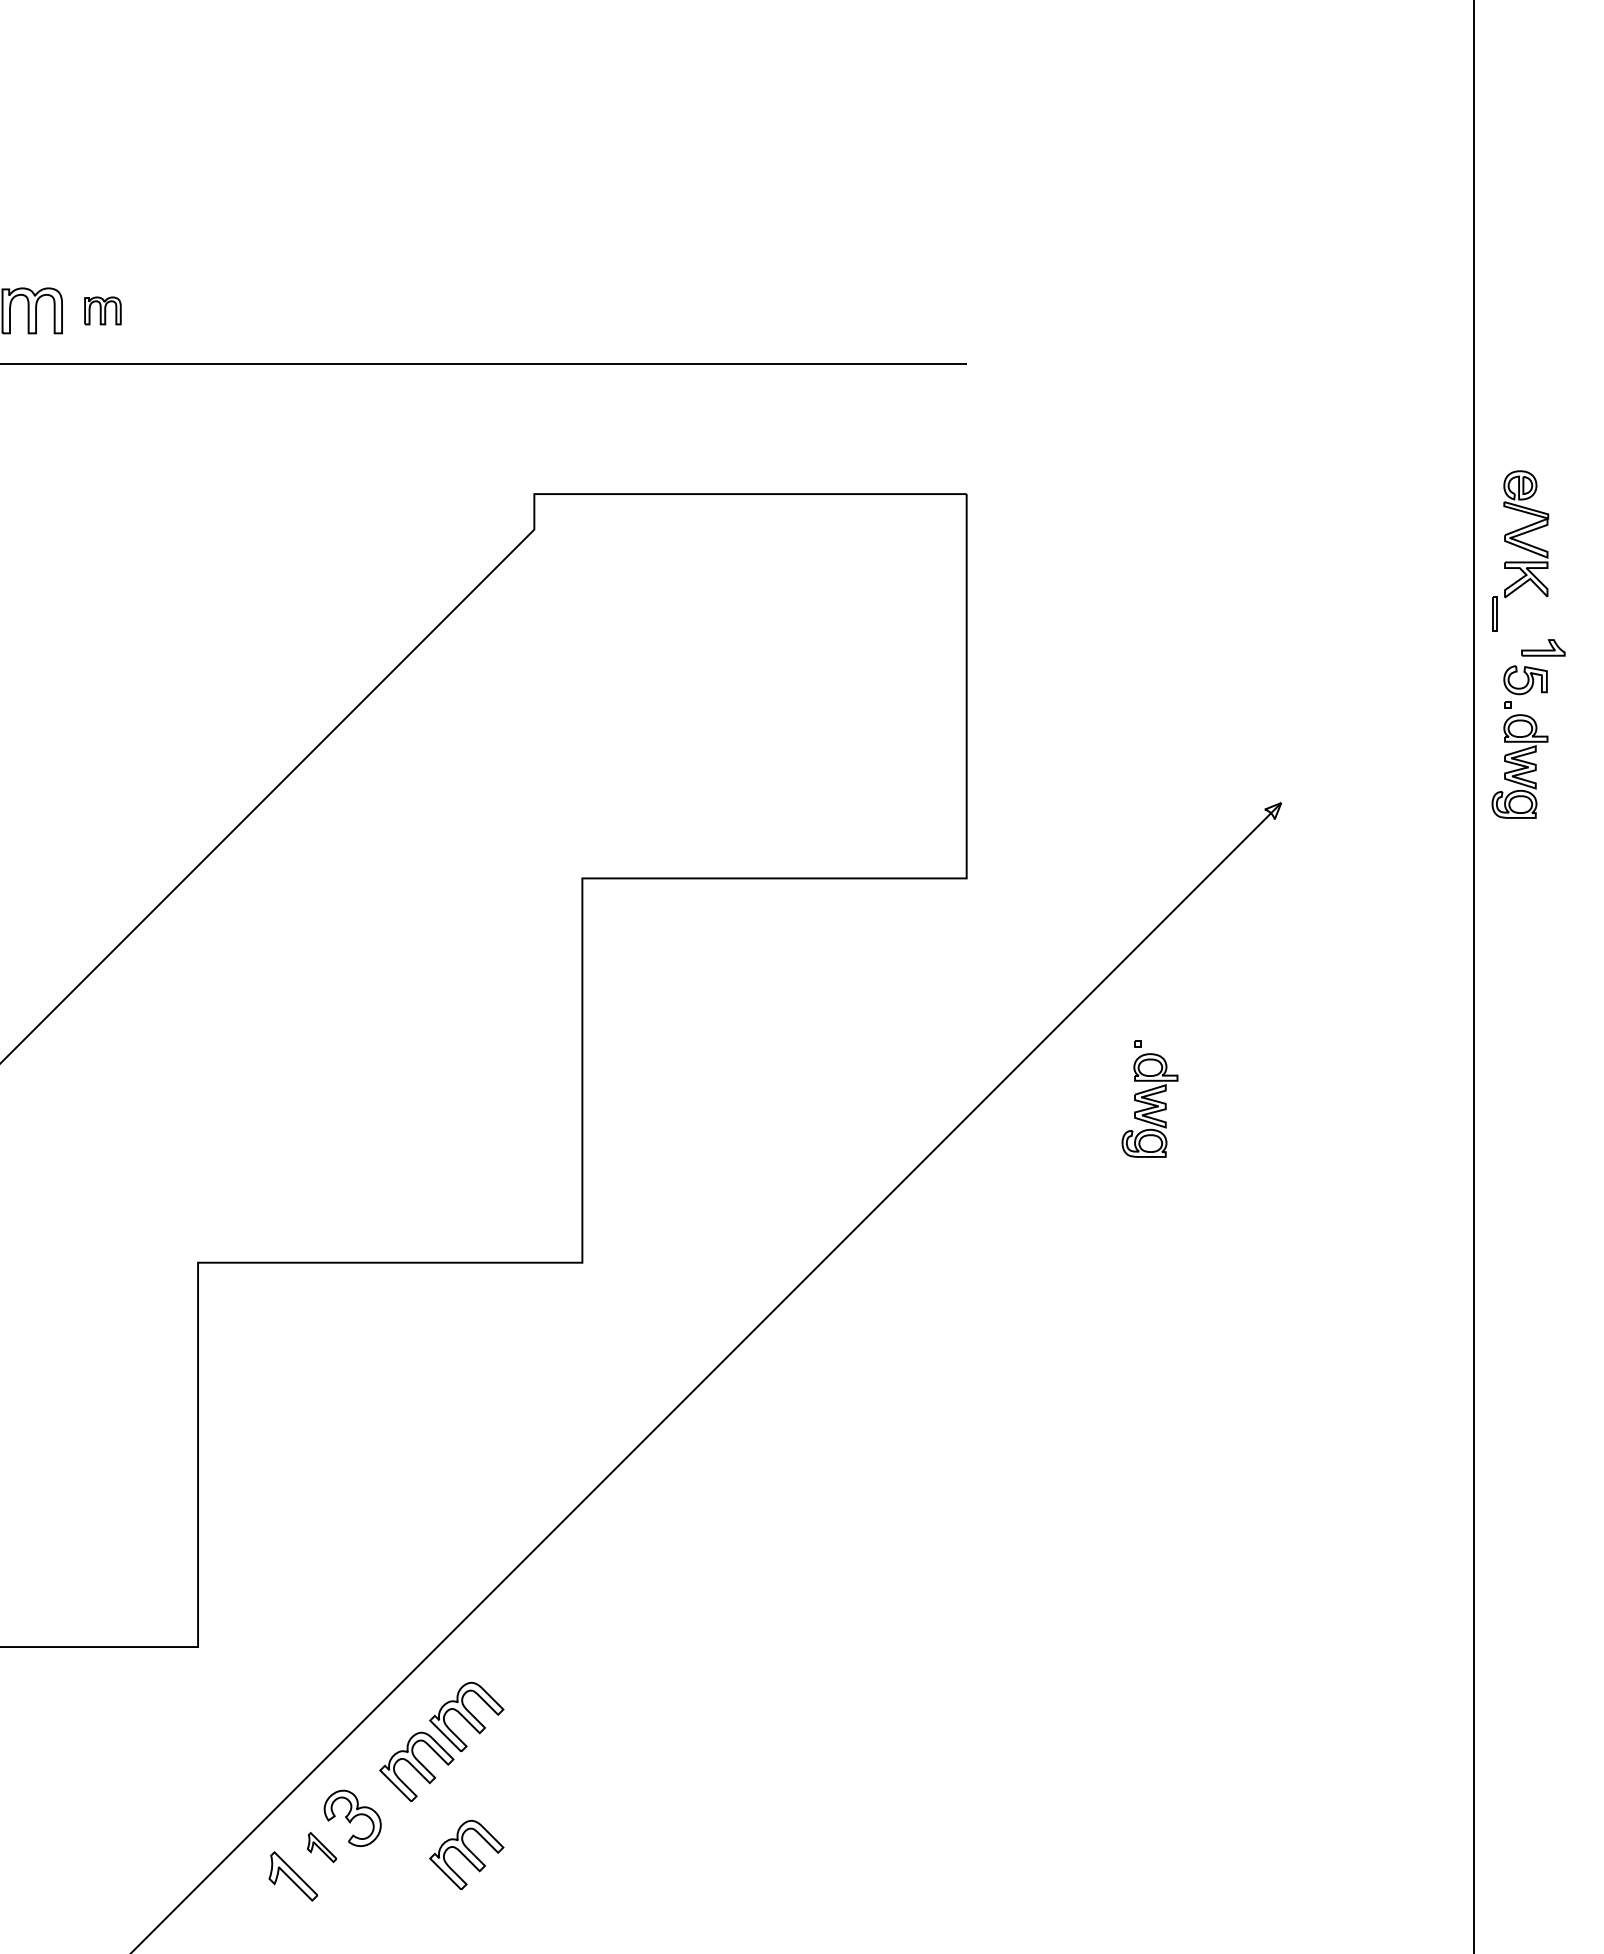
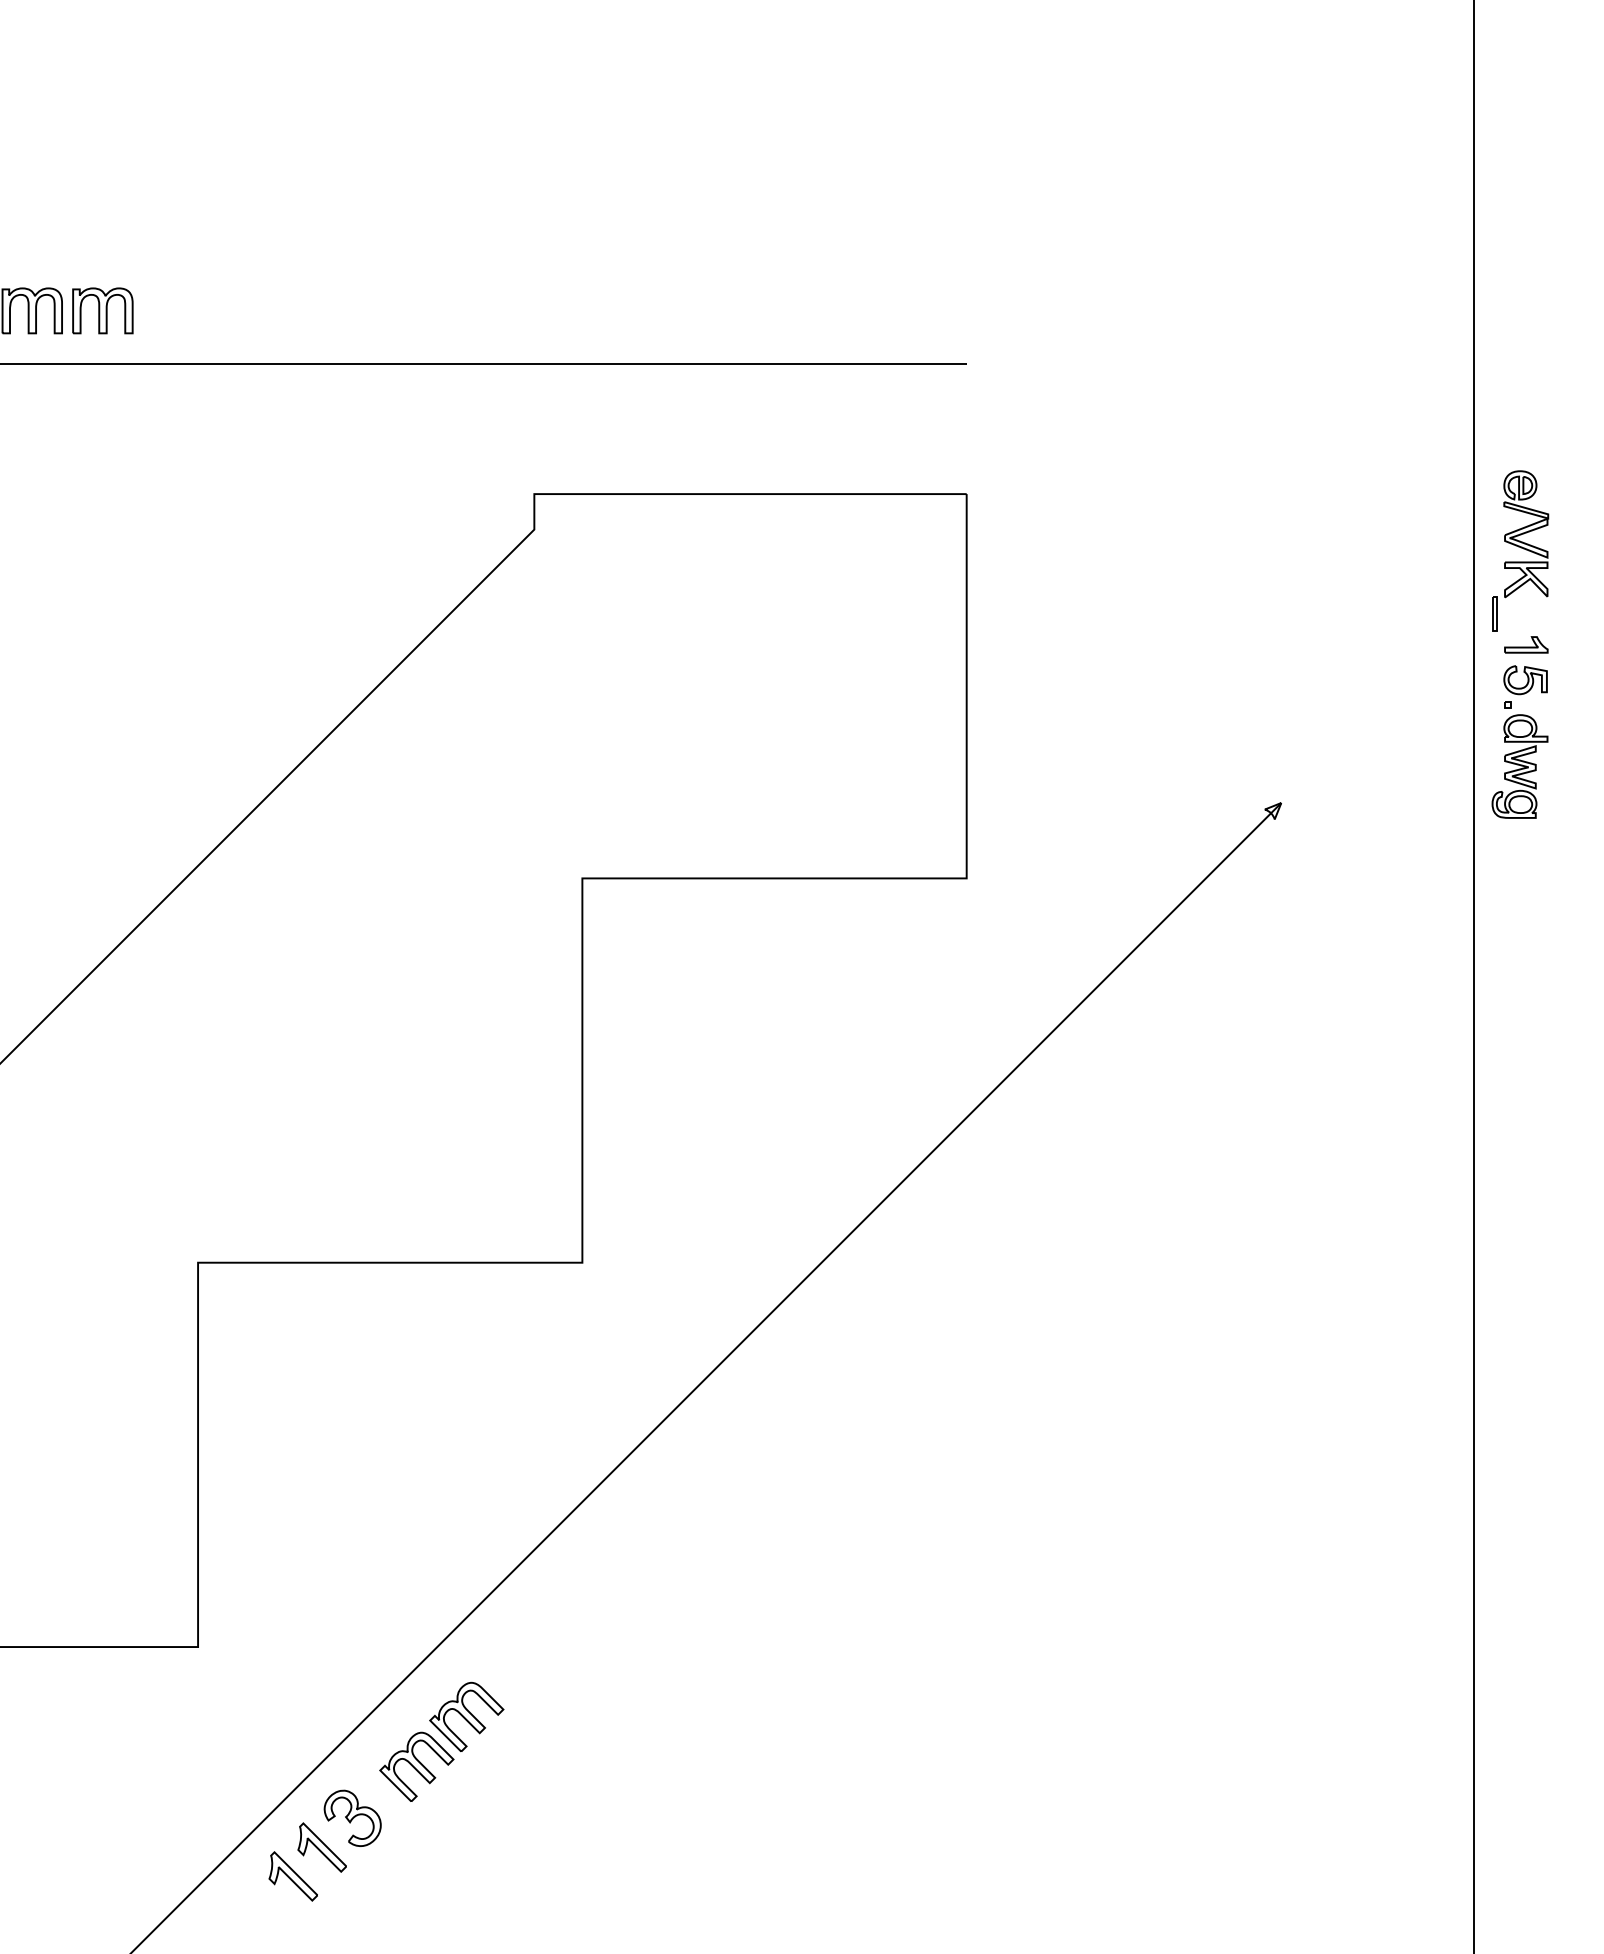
part at (102, 310) size: 38x30 px -> 62x48 px
part at (1543, 647) position: (1543, 647) -> (1526, 644)
part at (1149, 1098): present -> none
part at (322, 1847) size: 31x32 px -> 50x51 px
part at (466, 1854): present -> none
